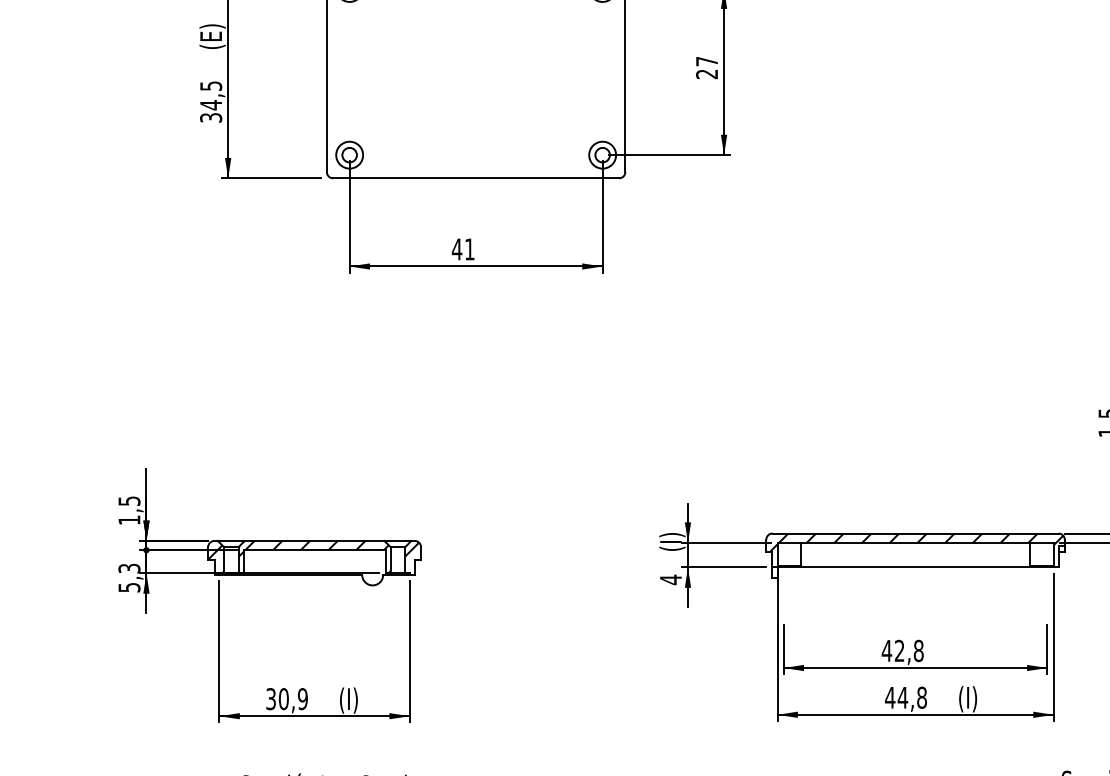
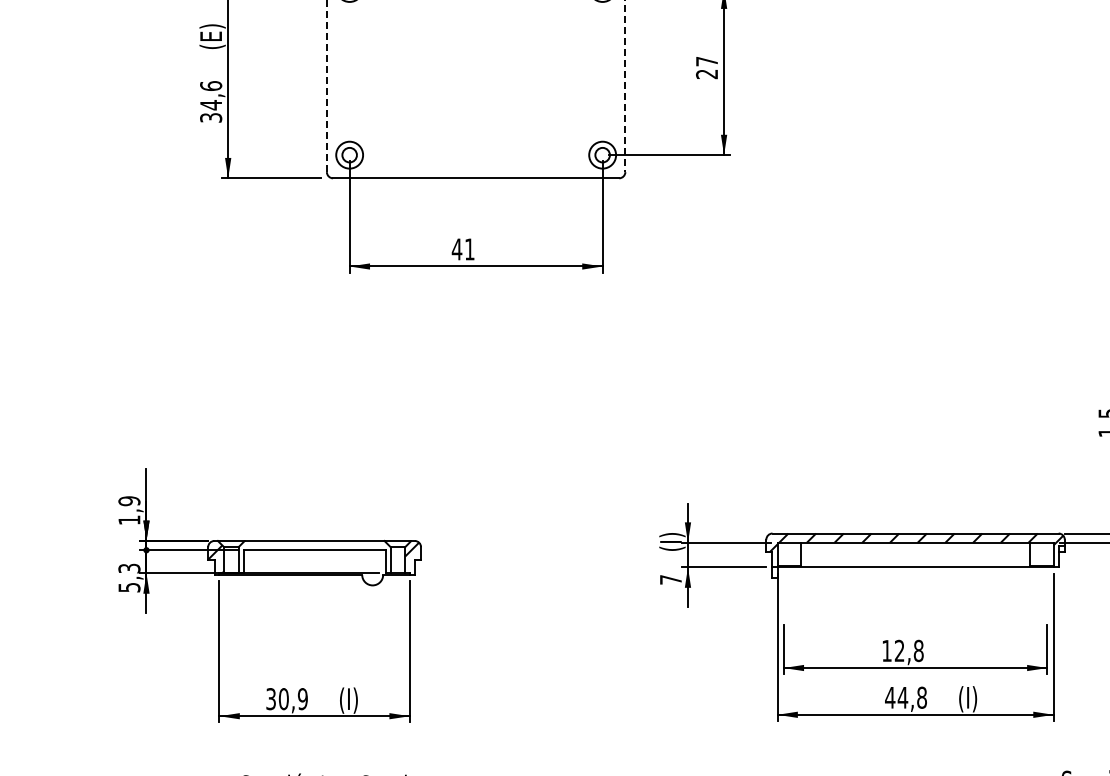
text at (211, 85): 34,5 -> 34,6
line at (326, 86): solid -> dashed
line at (625, 86): solid -> dashed
text at (129, 501): 1,5 -> 1,9
hatch at (314, 557): present -> none
text at (670, 579): 4 -> 7
text at (886, 650): 42,8 -> 12,8
